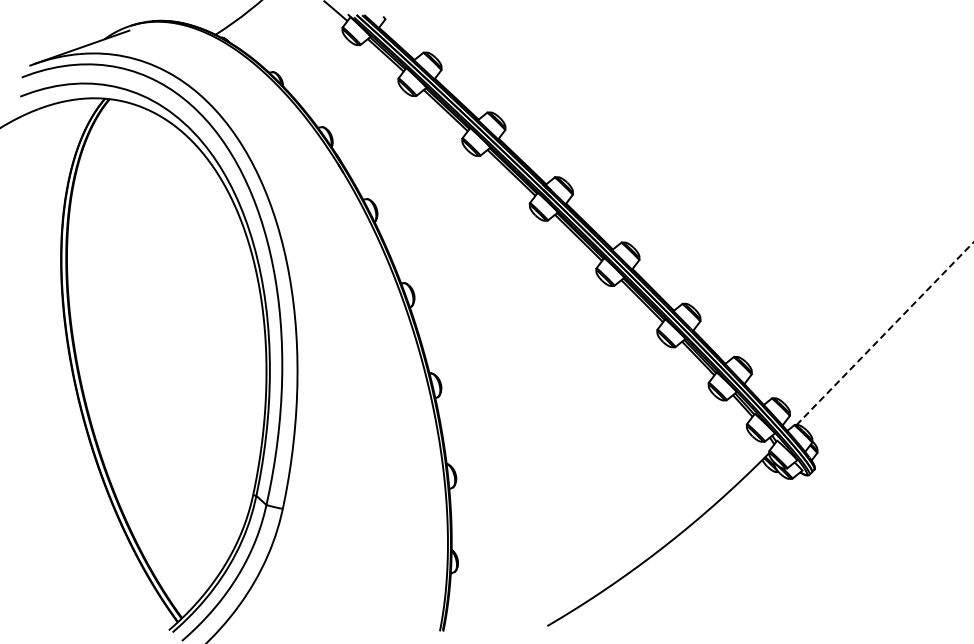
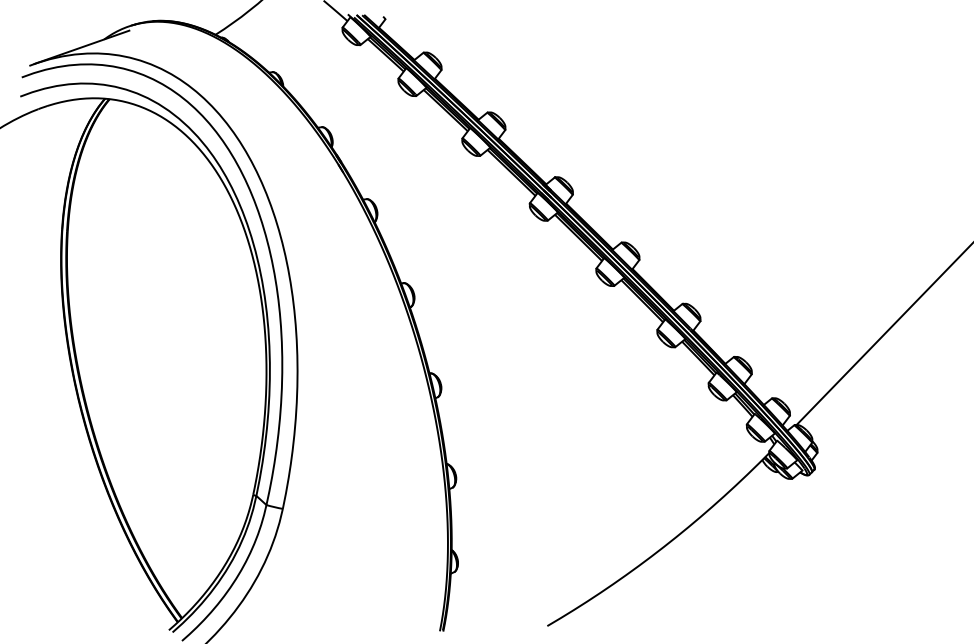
line at (885, 333): dashed -> solid
